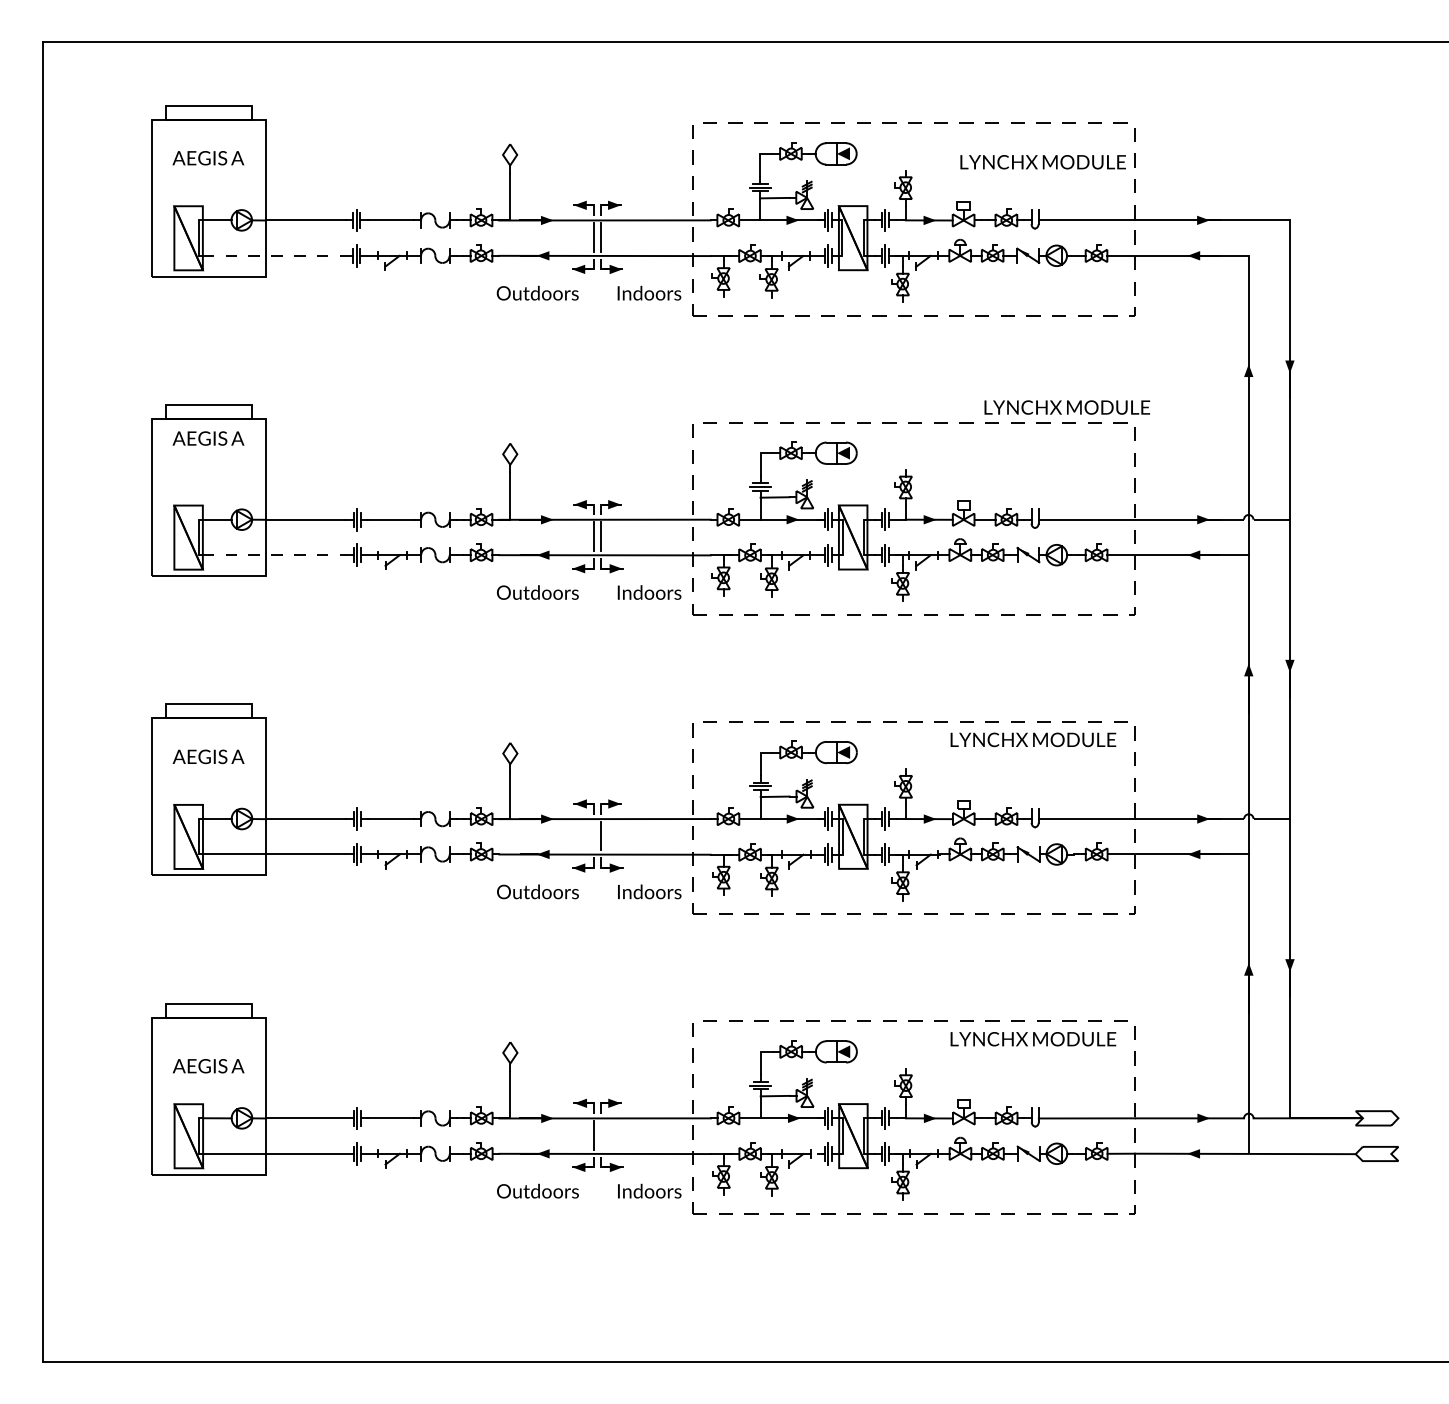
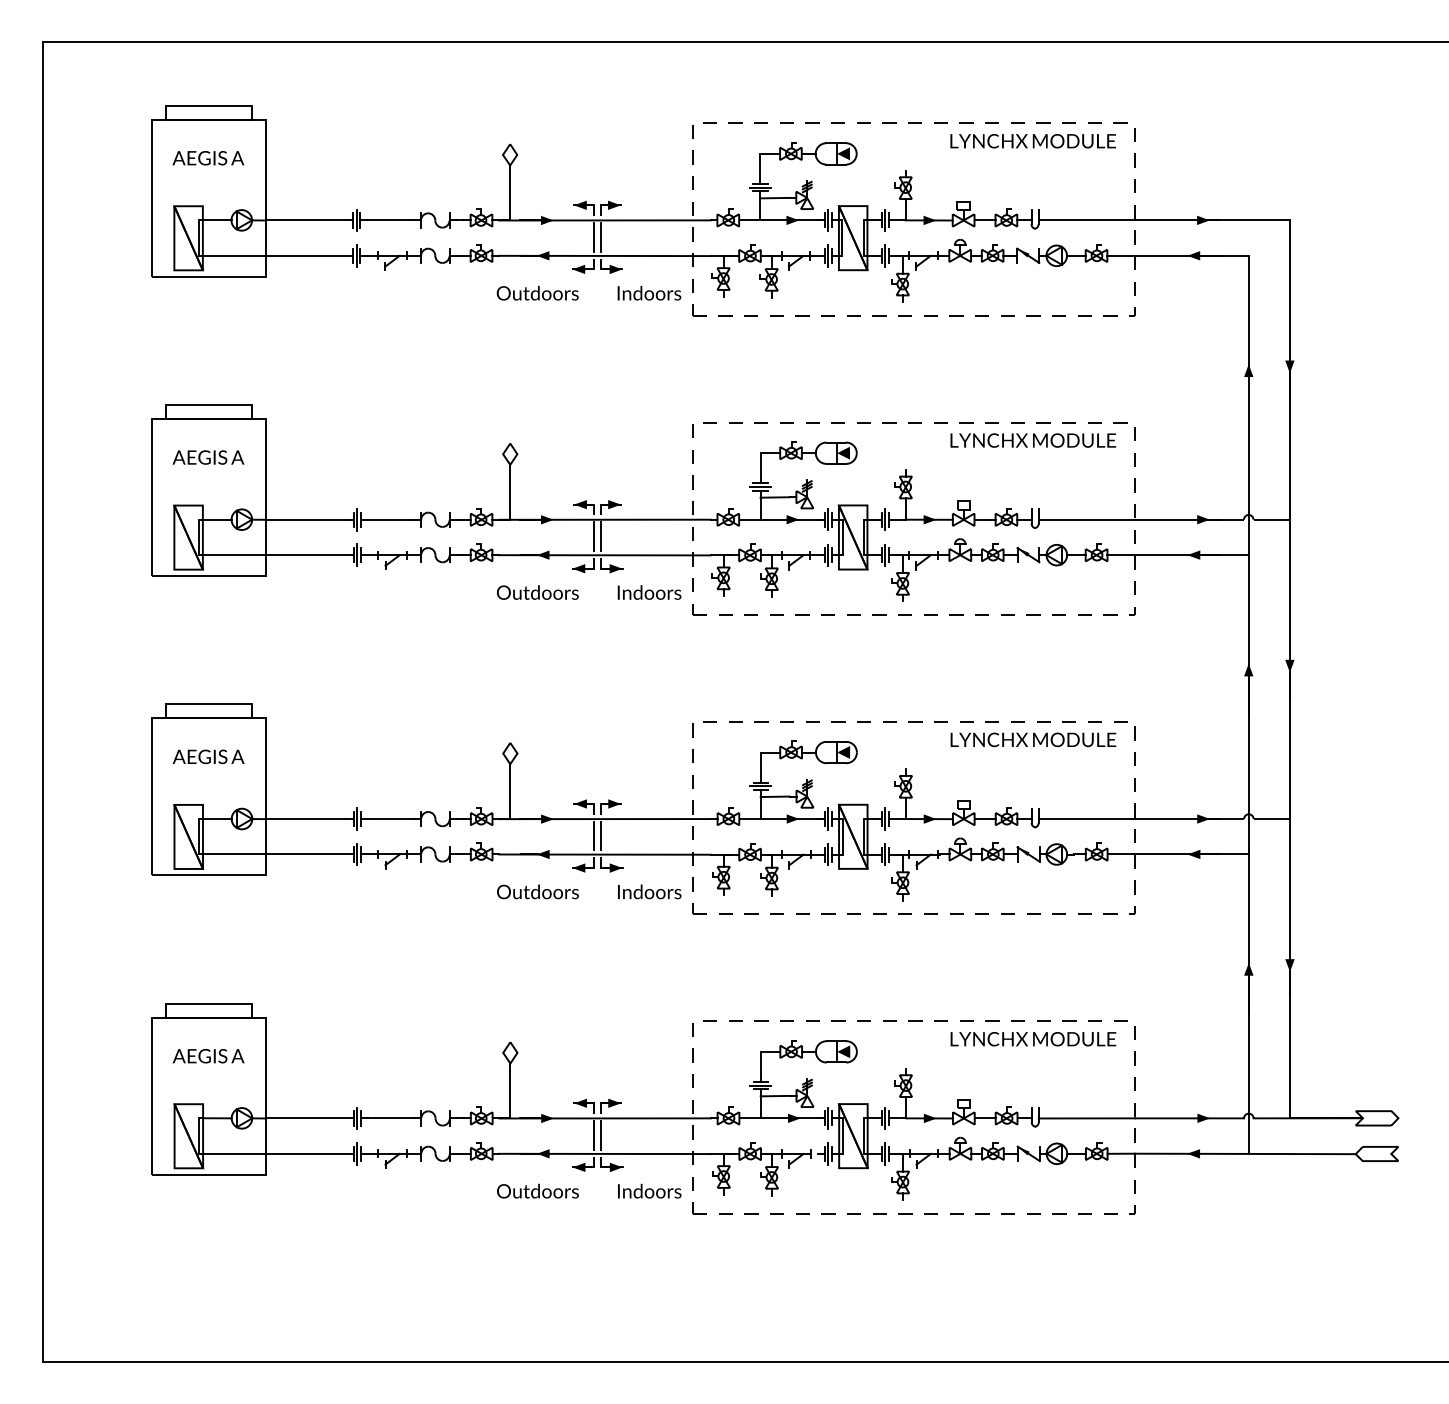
text at (1042, 162) position: (1042, 162) -> (1032, 141)
line at (274, 255): dashed -> solid
text at (1067, 407) position: (1067, 407) -> (1033, 440)
text at (208, 438) position: (208, 438) -> (208, 457)
line at (274, 555): dashed -> solid
line at (594, 835): none -> present
text at (208, 1066) position: (208, 1066) -> (208, 1056)
line at (601, 1135): none -> present
